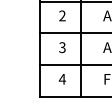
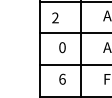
text at (62, 15) position: (62, 15) -> (55, 17)
text at (62, 47): 3 -> 0
text at (61, 78): 4 -> 6
